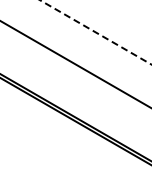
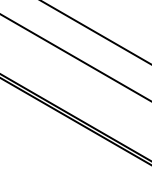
line at (95, 32): dashed -> solid
line at (75, 64) position: (75, 64) -> (75, 57)
